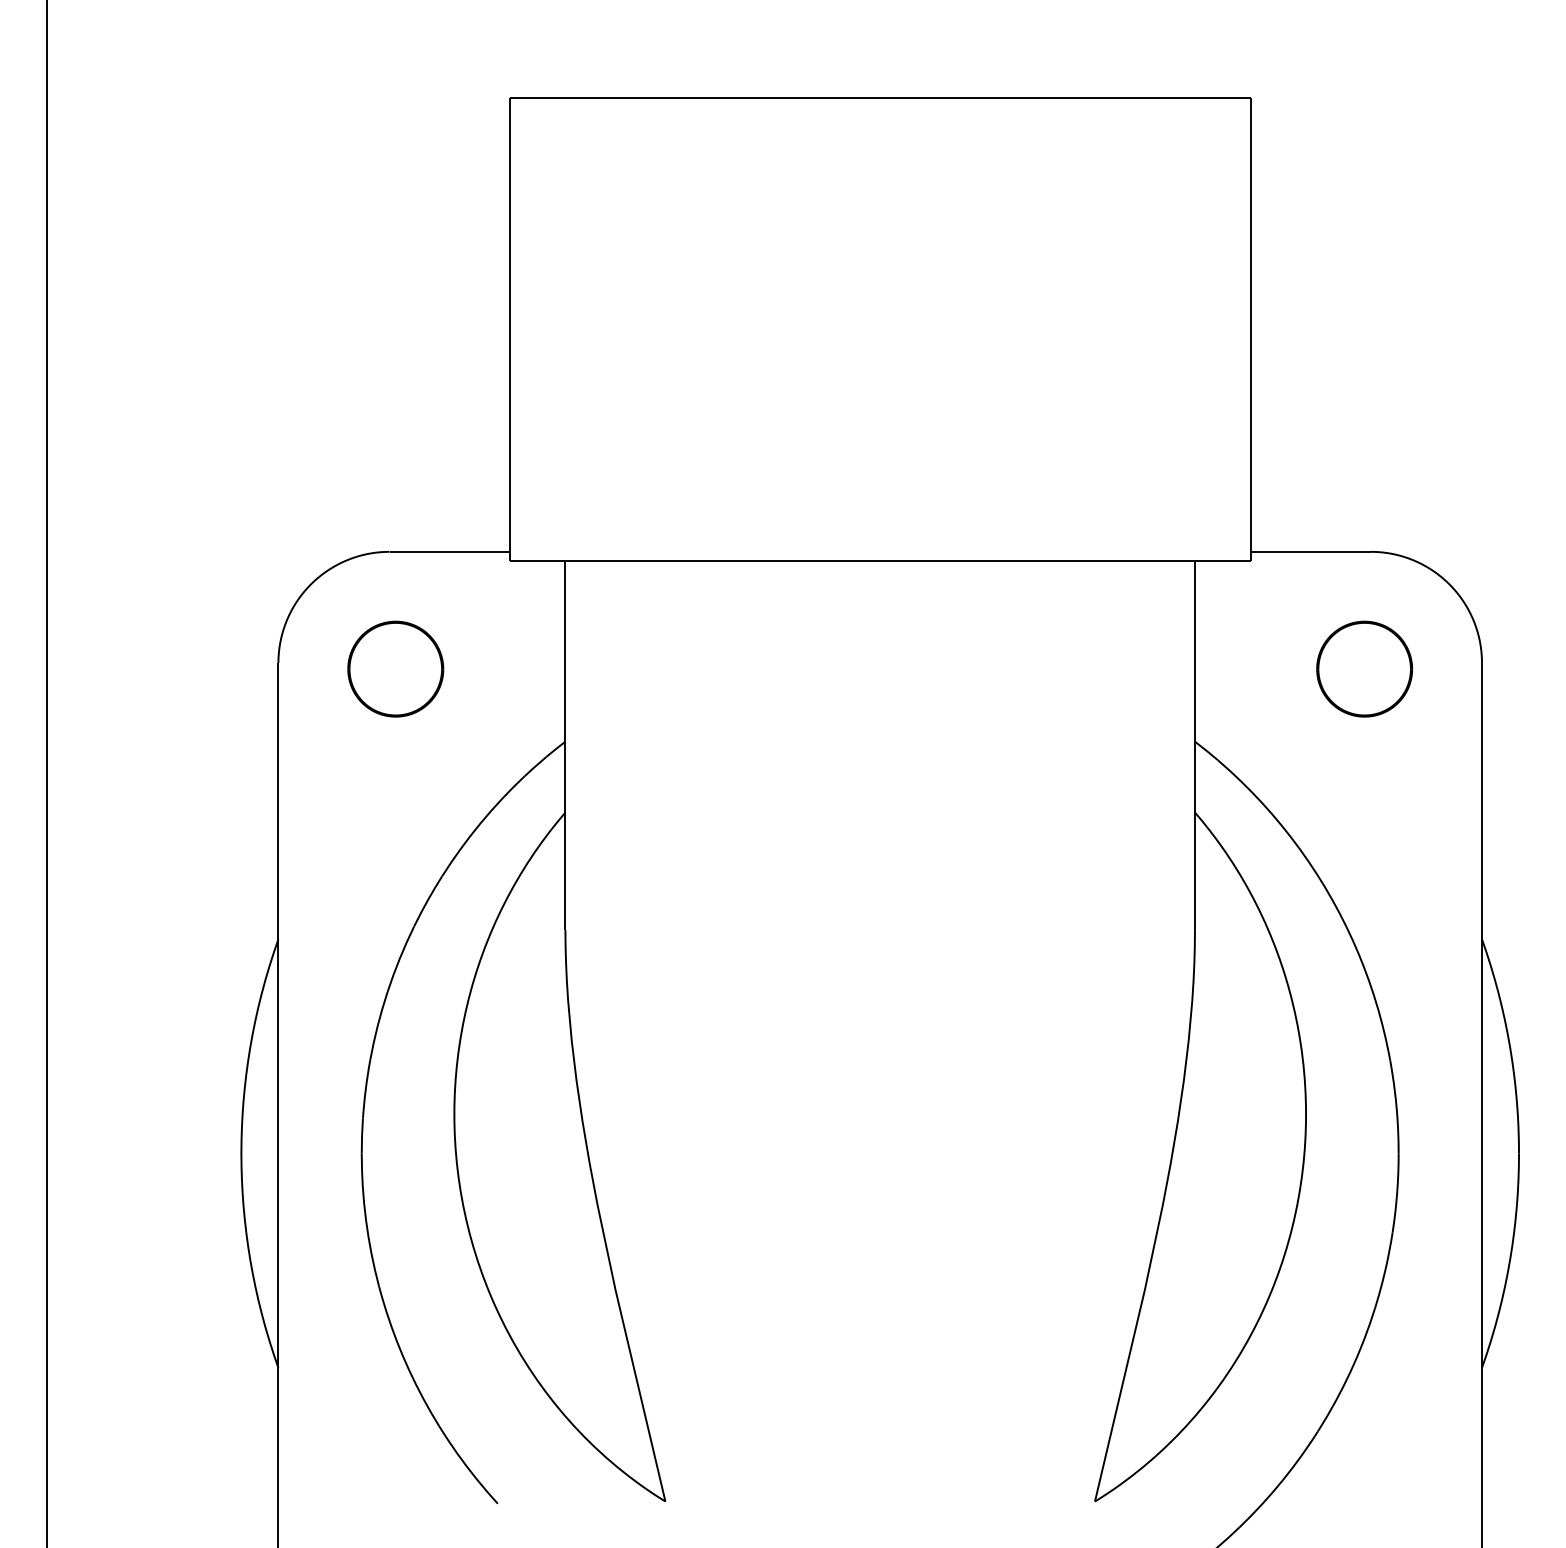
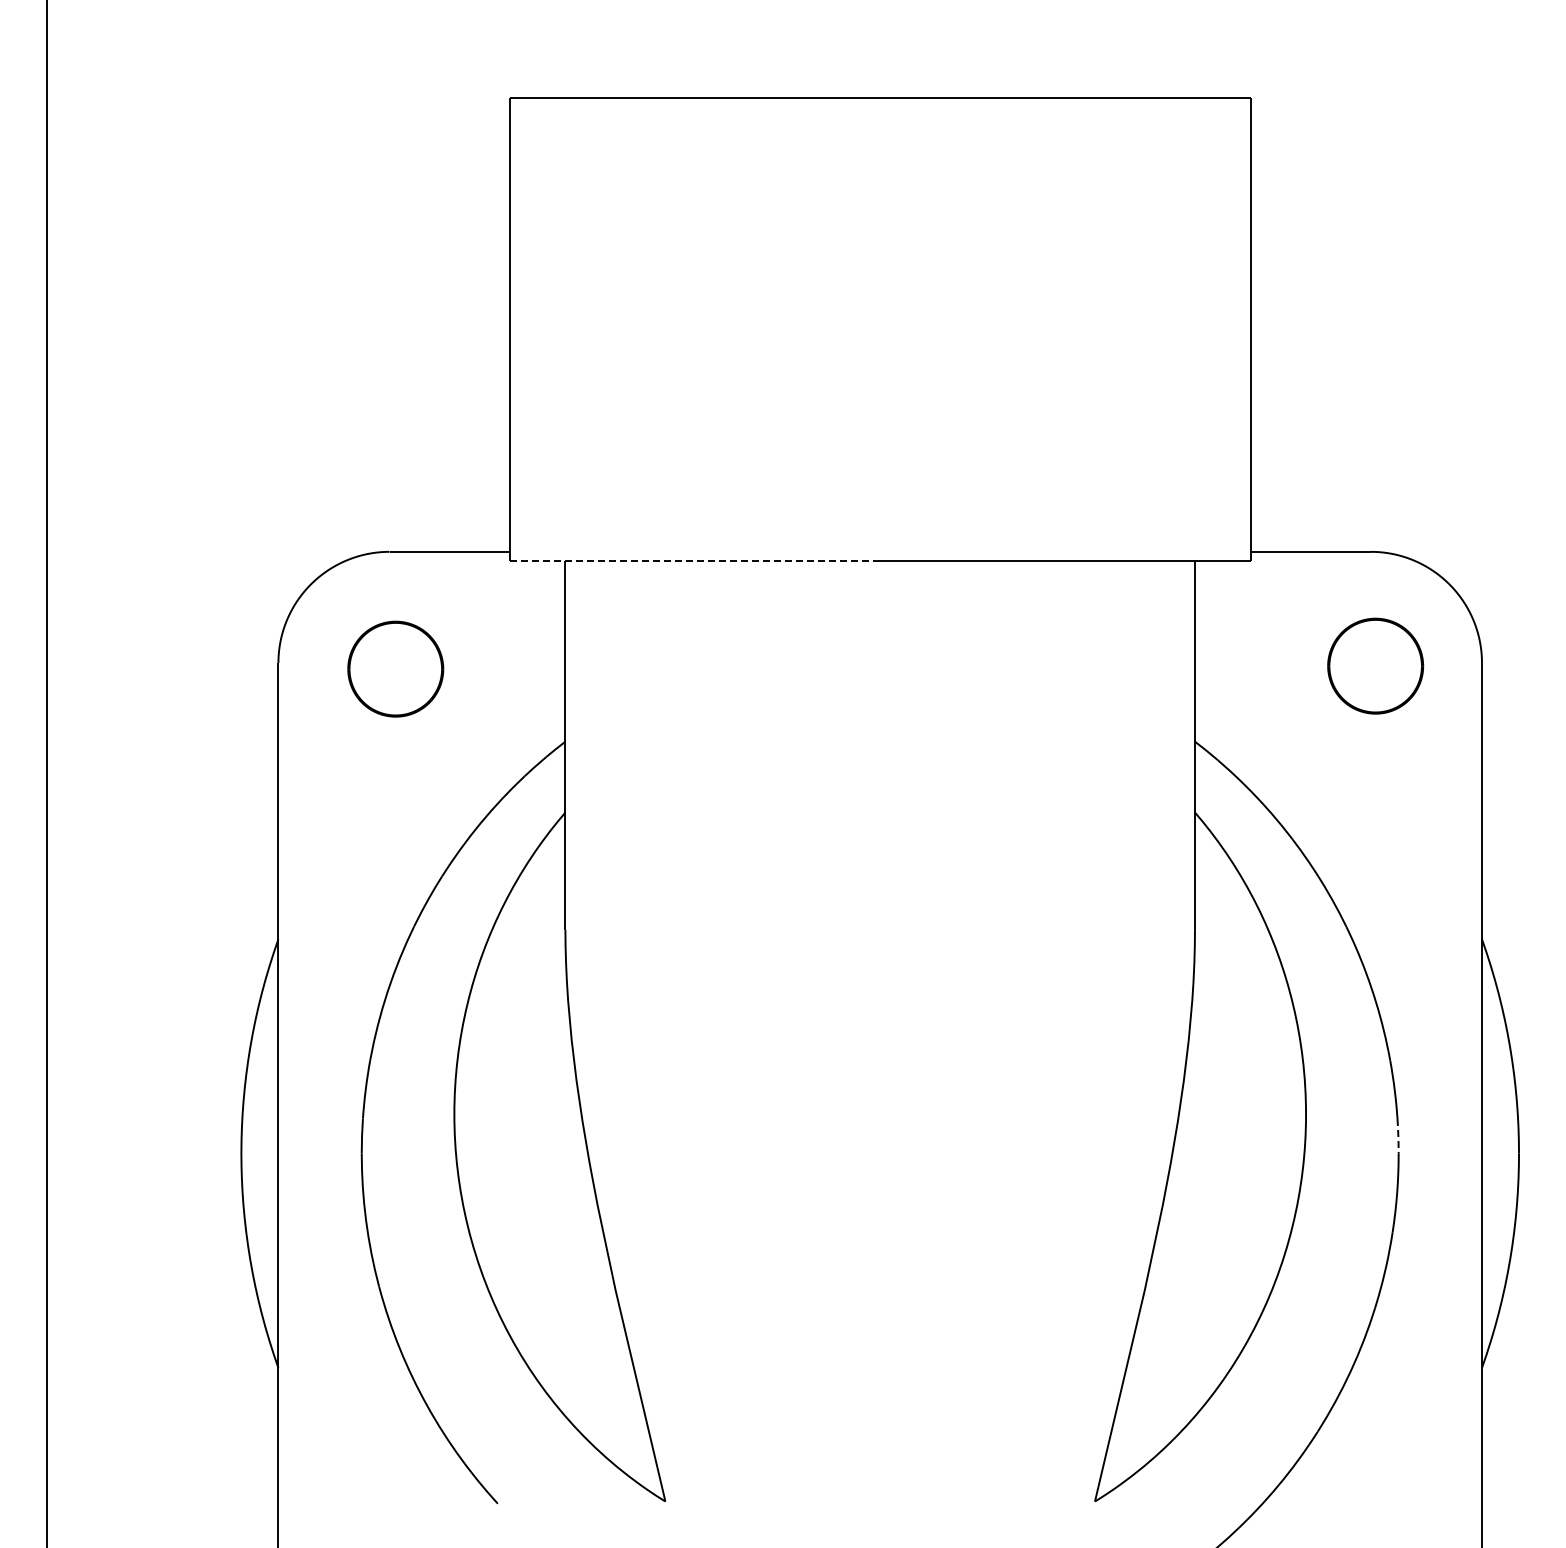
line at (695, 561): solid -> dashed
part at (1364, 668) position: (1364, 668) -> (1375, 665)
line at (1398, 1136): solid -> dashed
